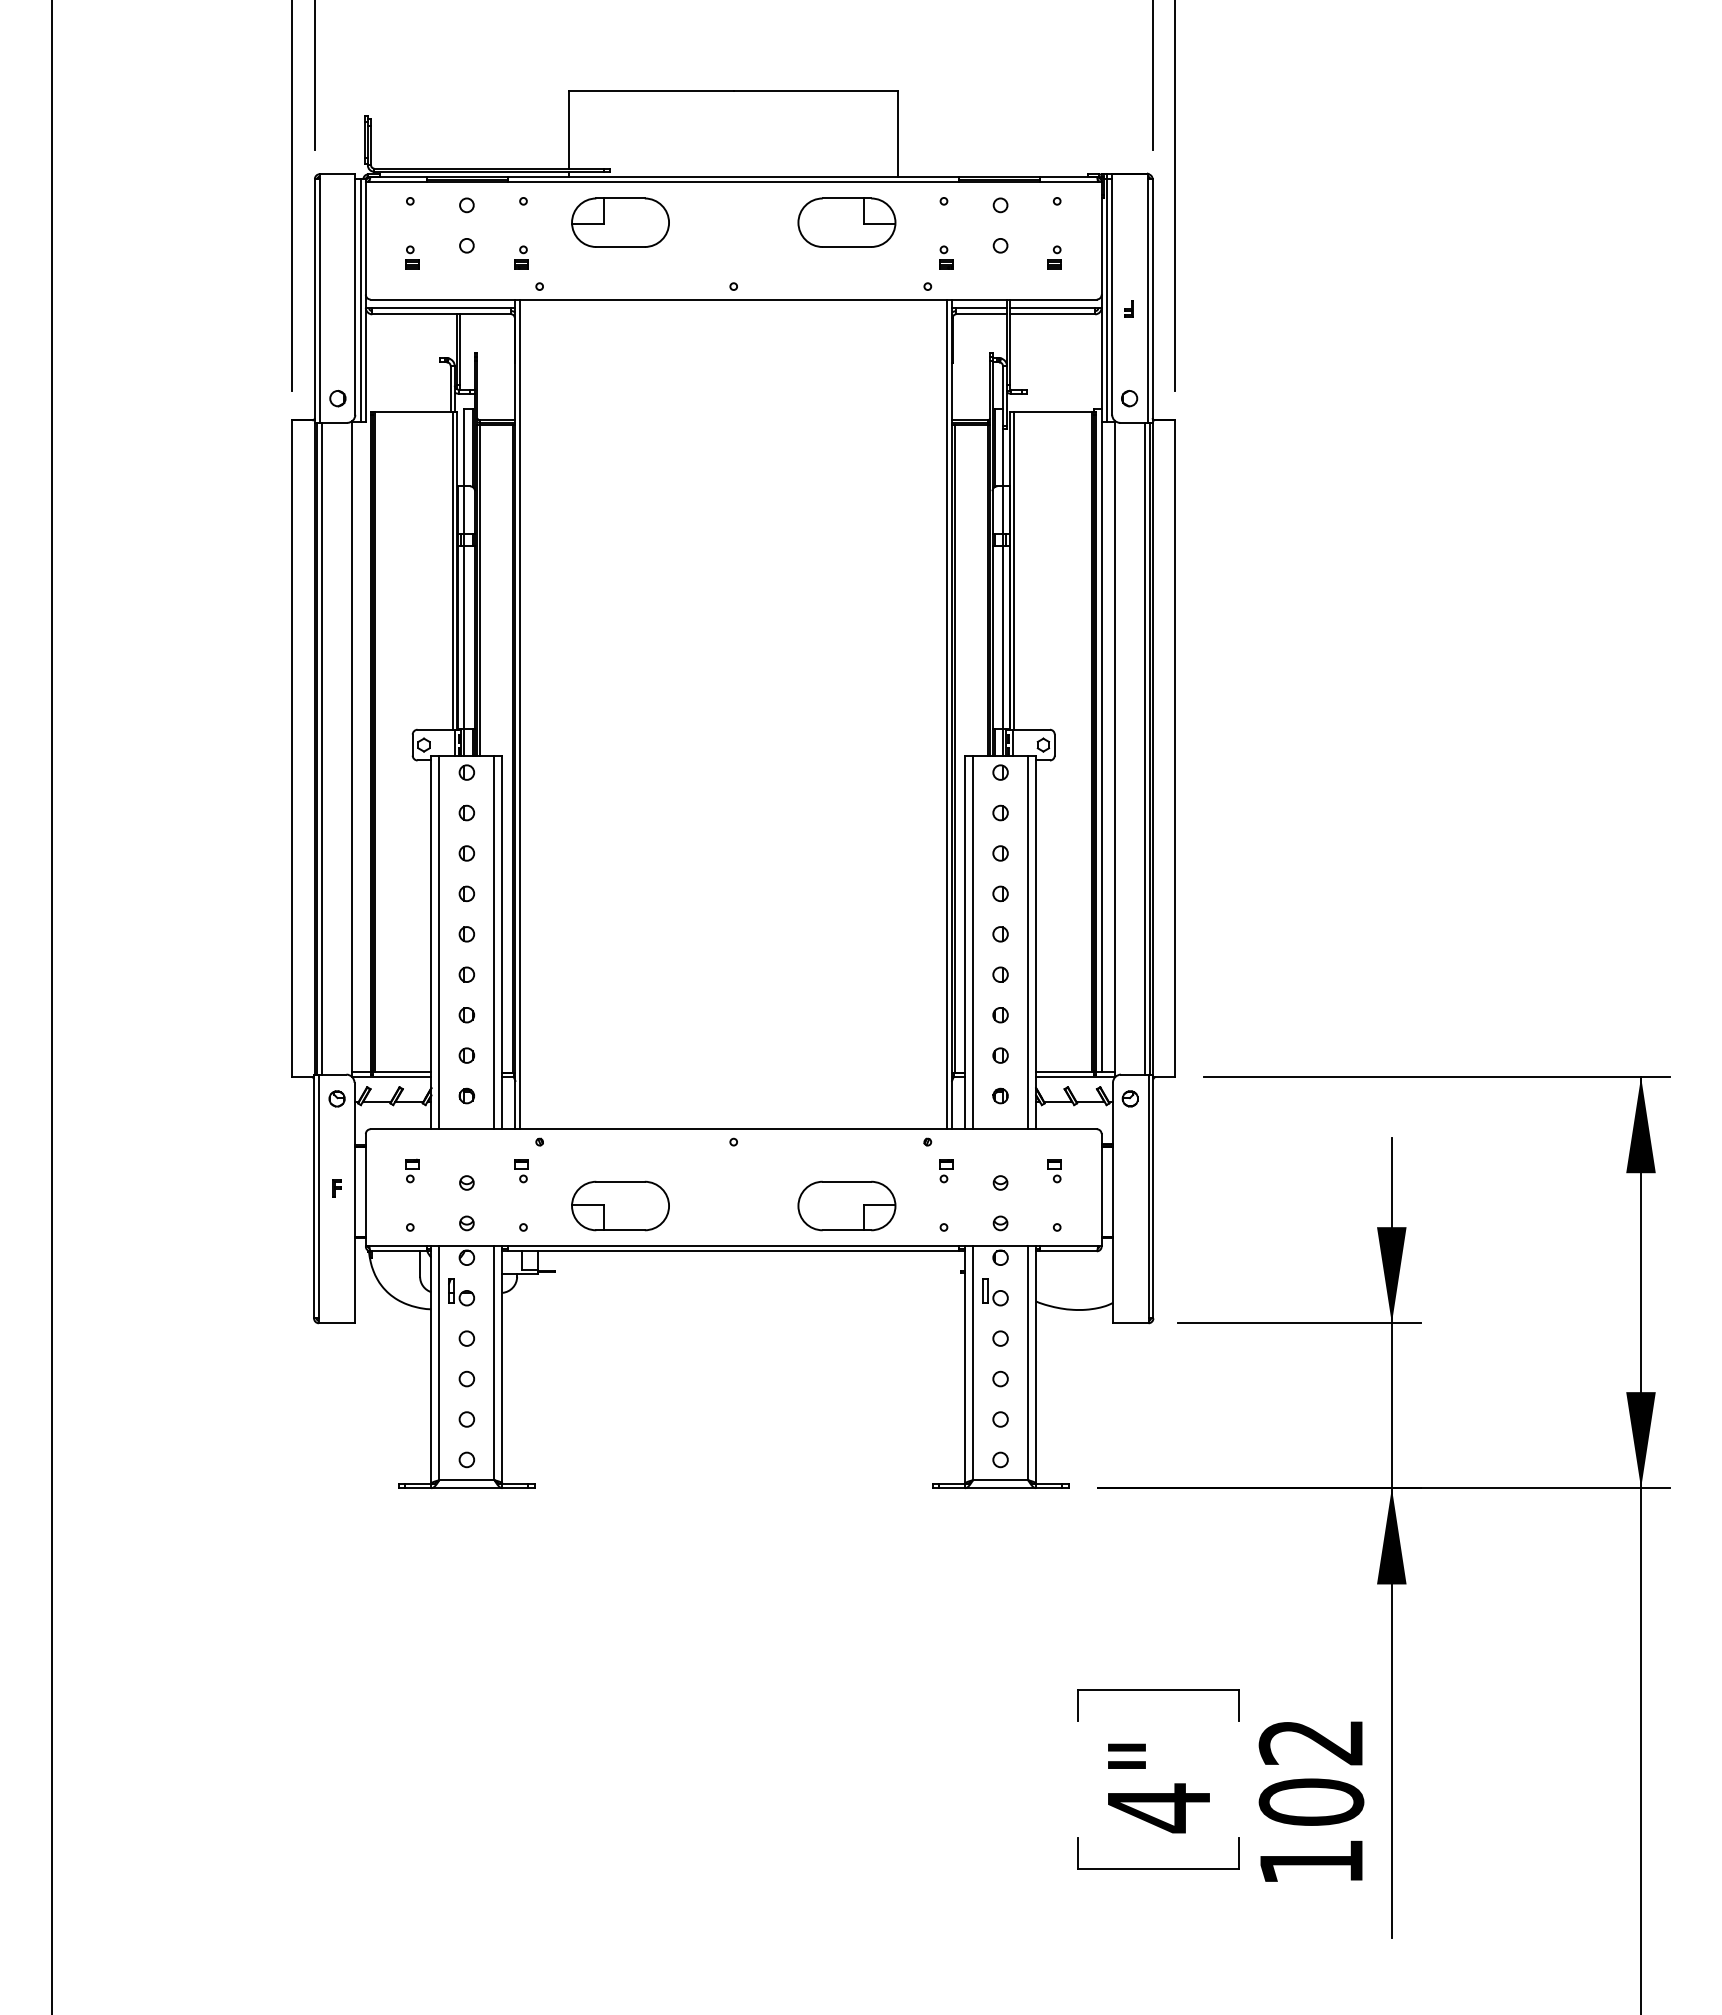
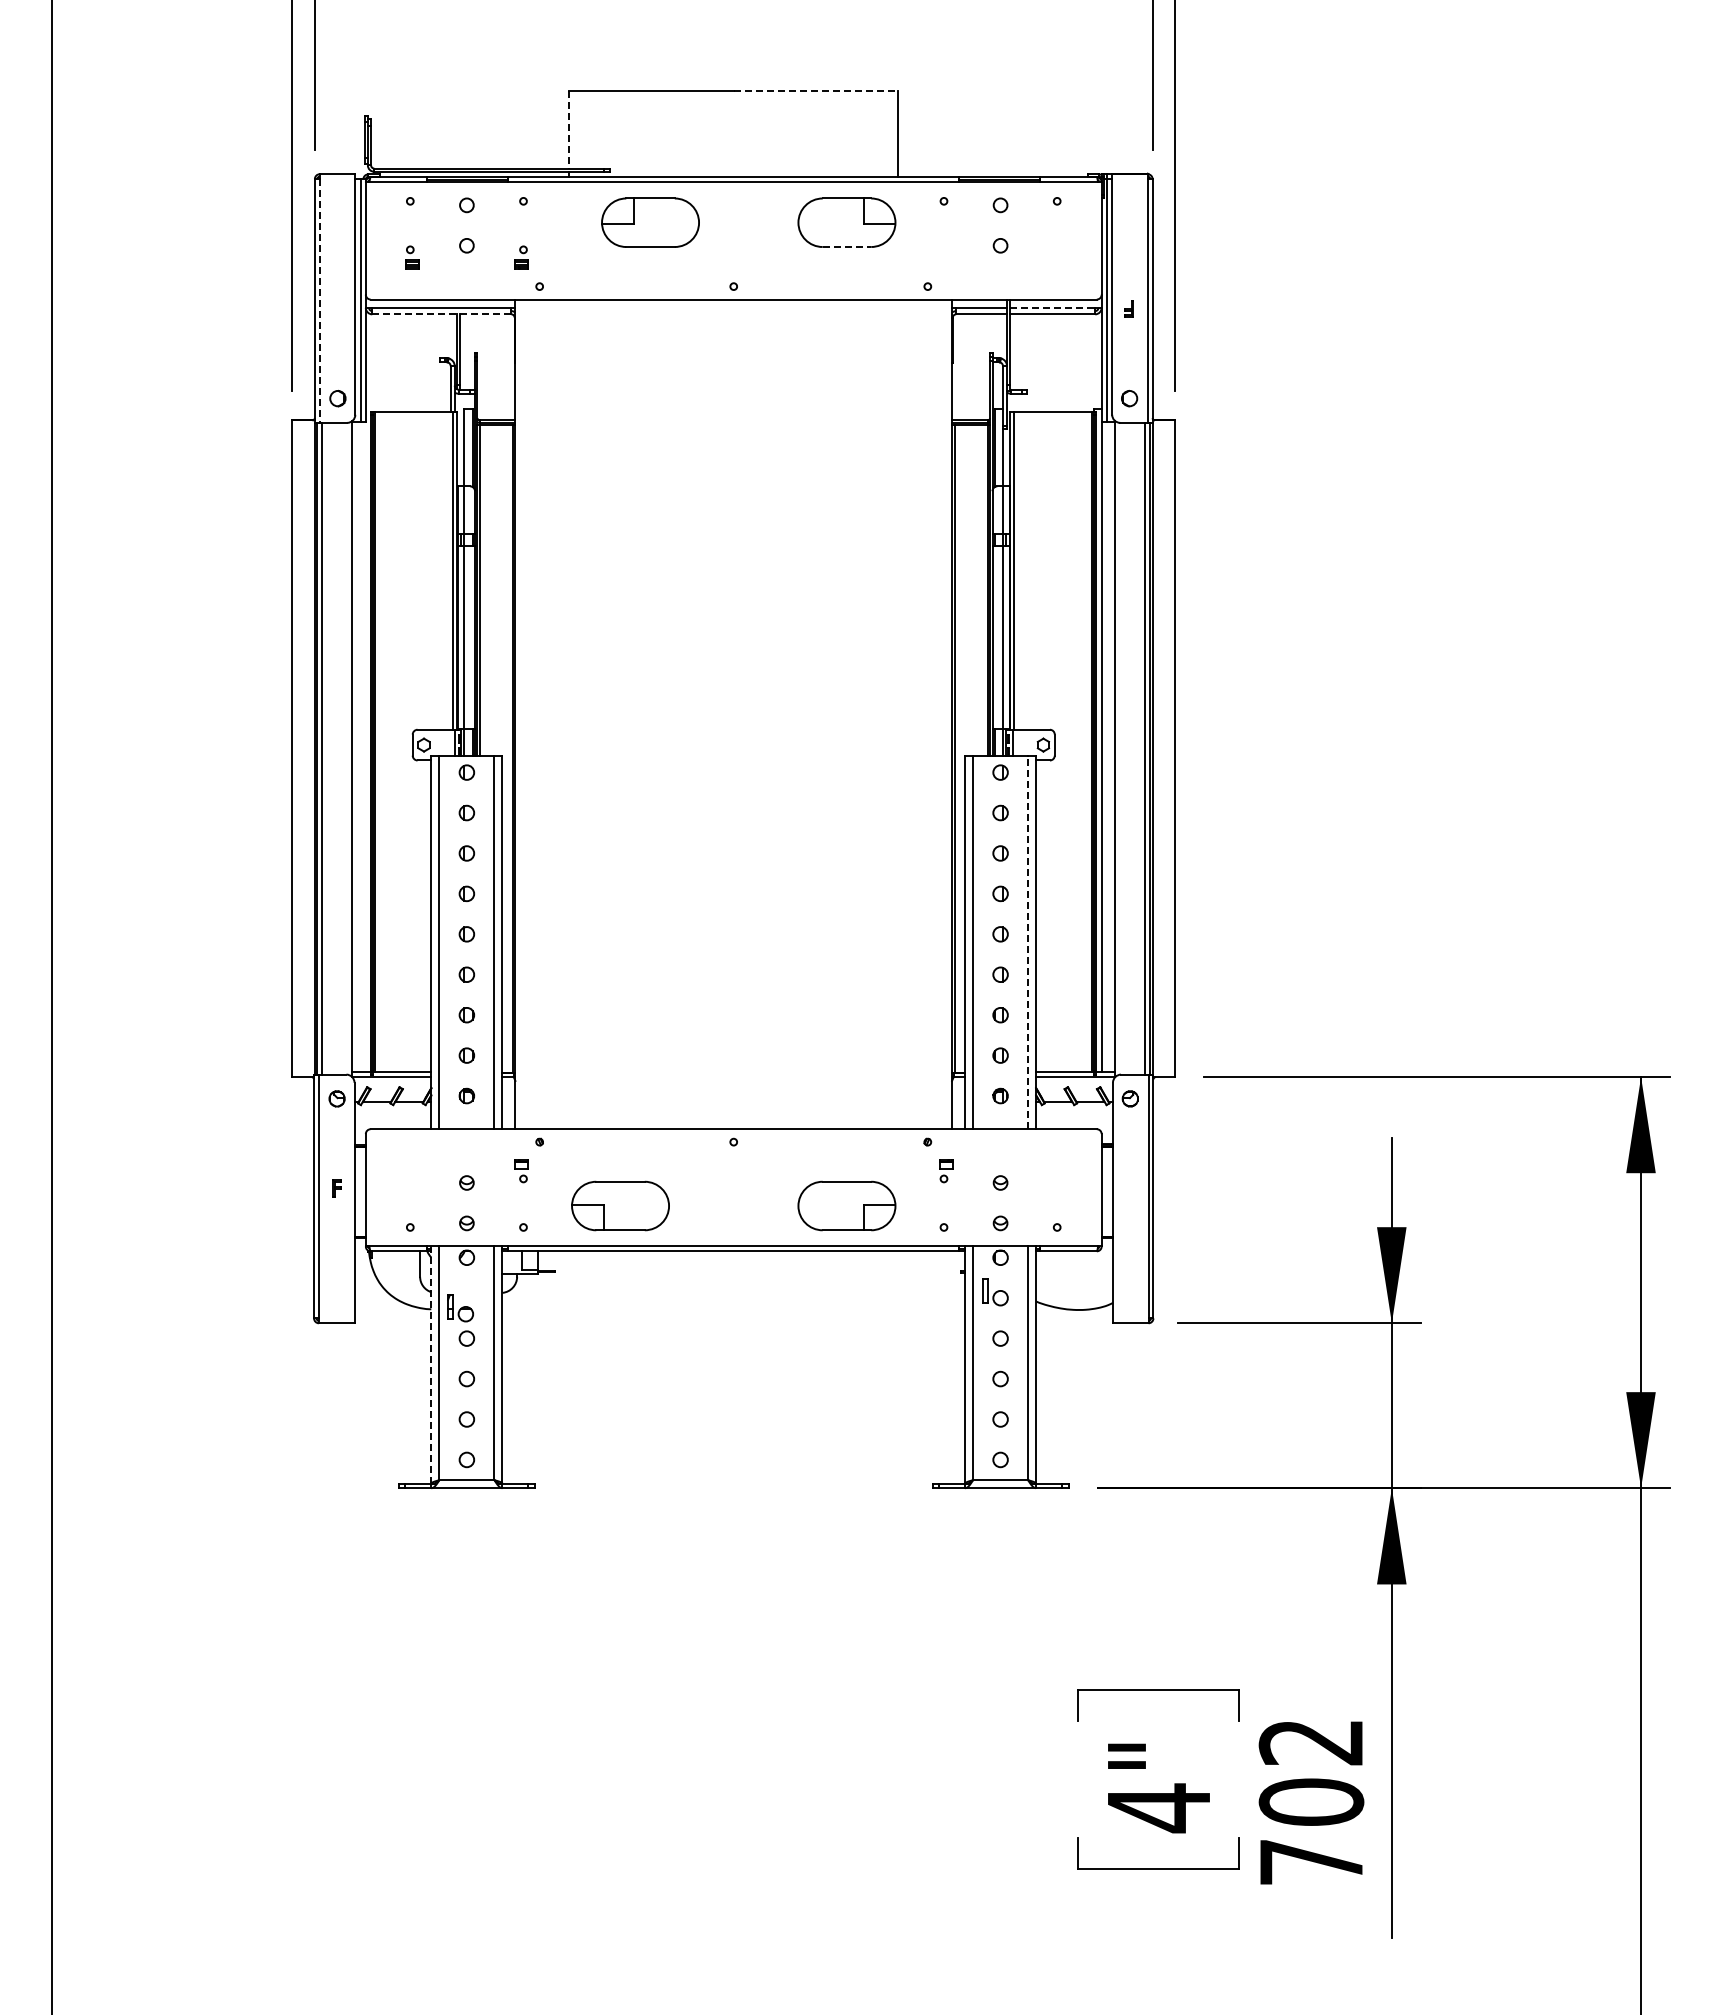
line at (816, 91): solid -> dashed
line at (569, 129): solid -> dashed
part at (620, 222) position: (620, 222) -> (650, 222)
line at (847, 247): solid -> dashed
part at (946, 257): present -> none
part at (1054, 257): present -> none
line at (319, 300): solid -> dashed
line at (1053, 307): solid -> dashed
line at (441, 314): solid -> dashed
line at (520, 714): present -> none
line at (947, 714): present -> none
line at (1028, 942): solid -> dashed
part at (412, 1170): present -> none
part at (1054, 1171): present -> none
part at (461, 1292) position: (461, 1292) -> (460, 1308)
line at (431, 1365): solid -> dashed
text at (1311, 1862): 102 -> 702
